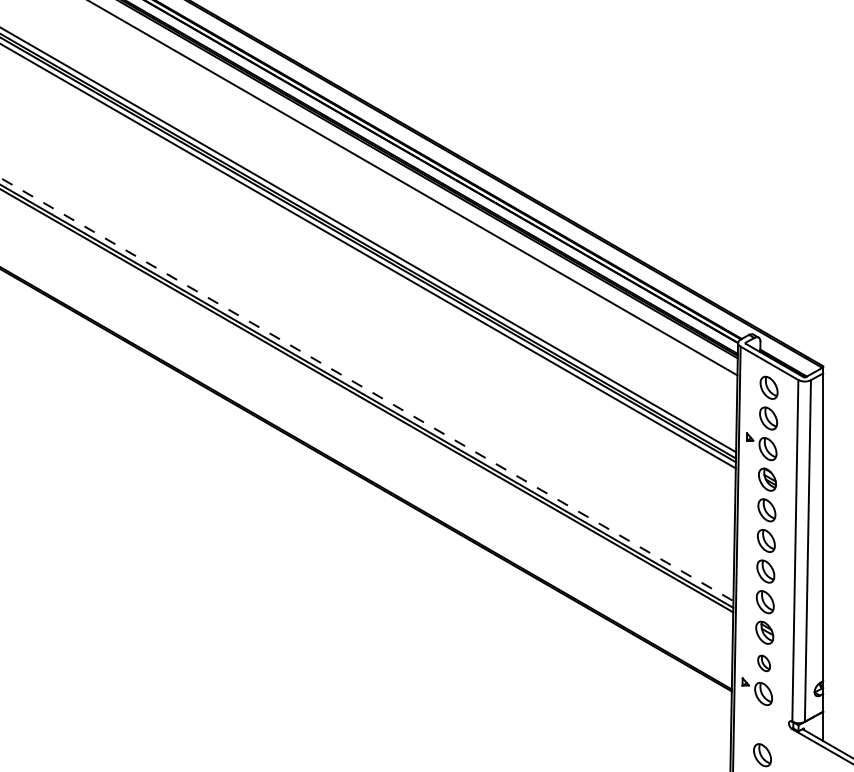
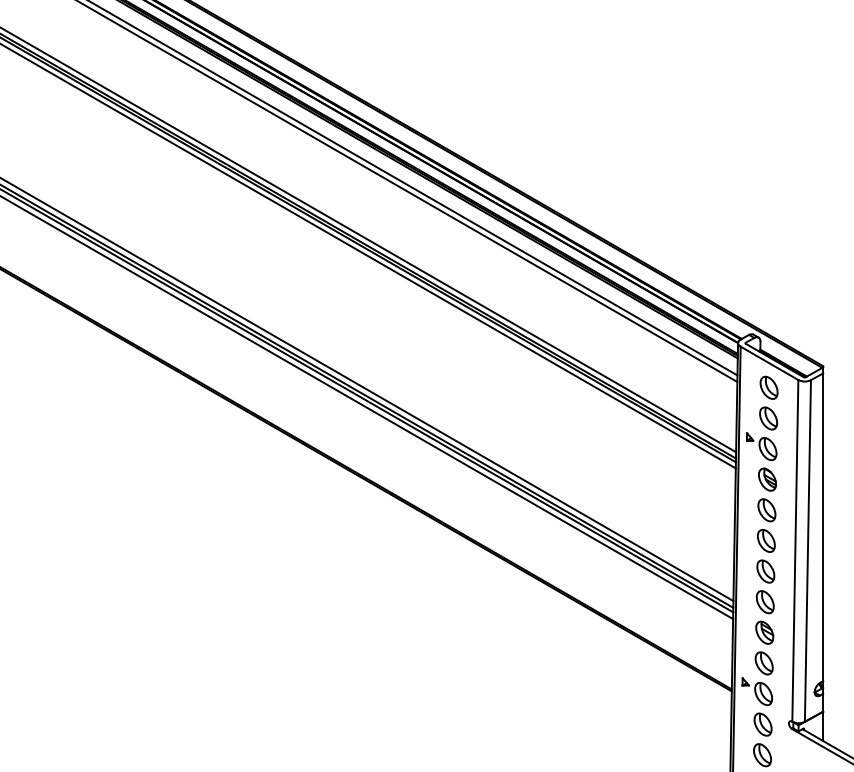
line at (408, 191): none -> present
line at (367, 389): dashed -> solid
line at (367, 408): none -> present
part at (763, 663) size: 14x19 px -> 20x25 px
part at (762, 724): none -> present
